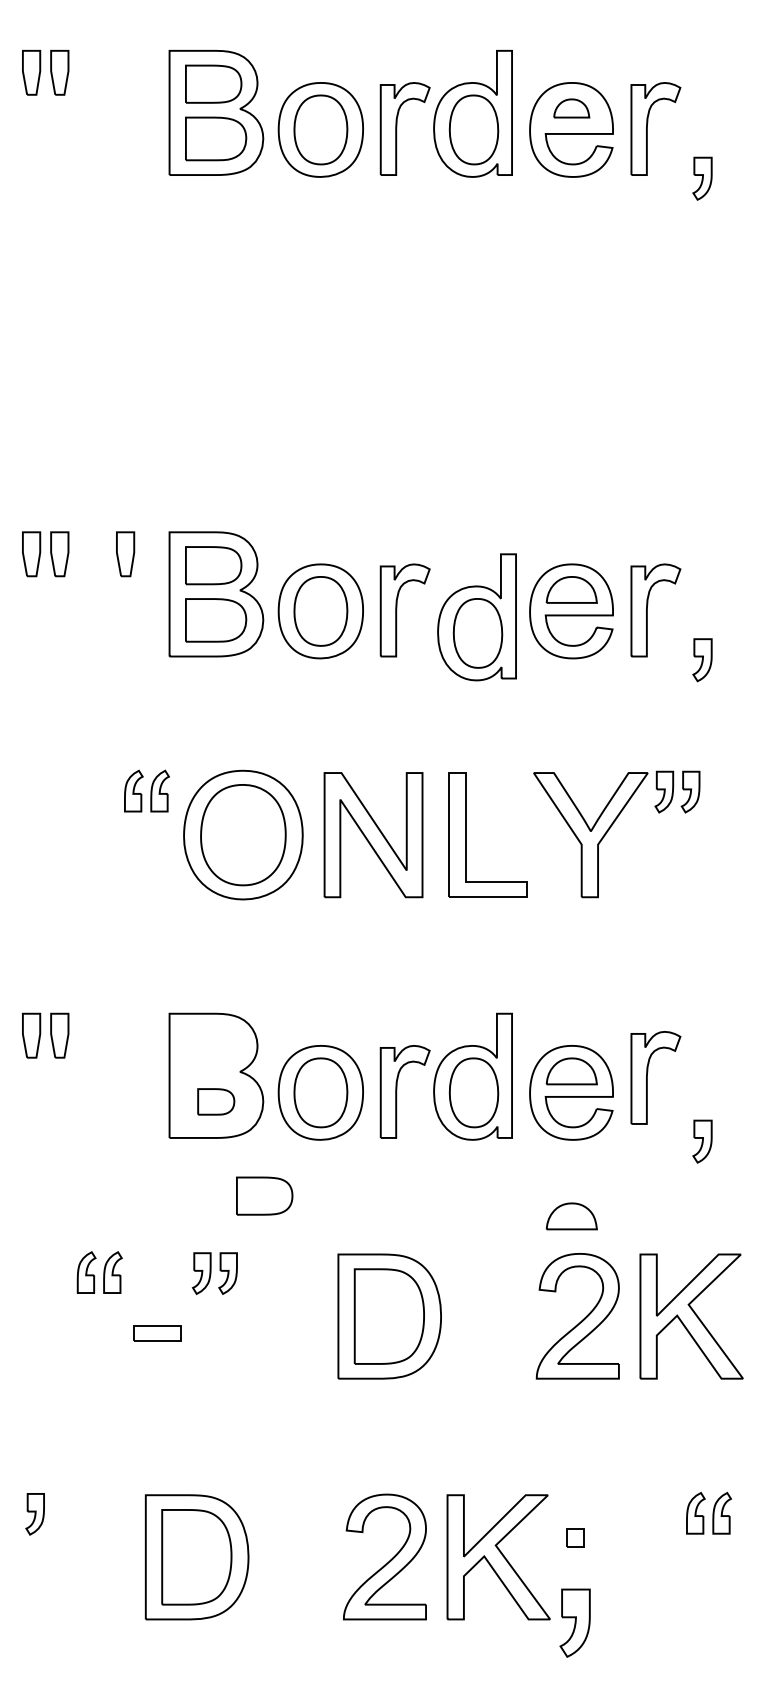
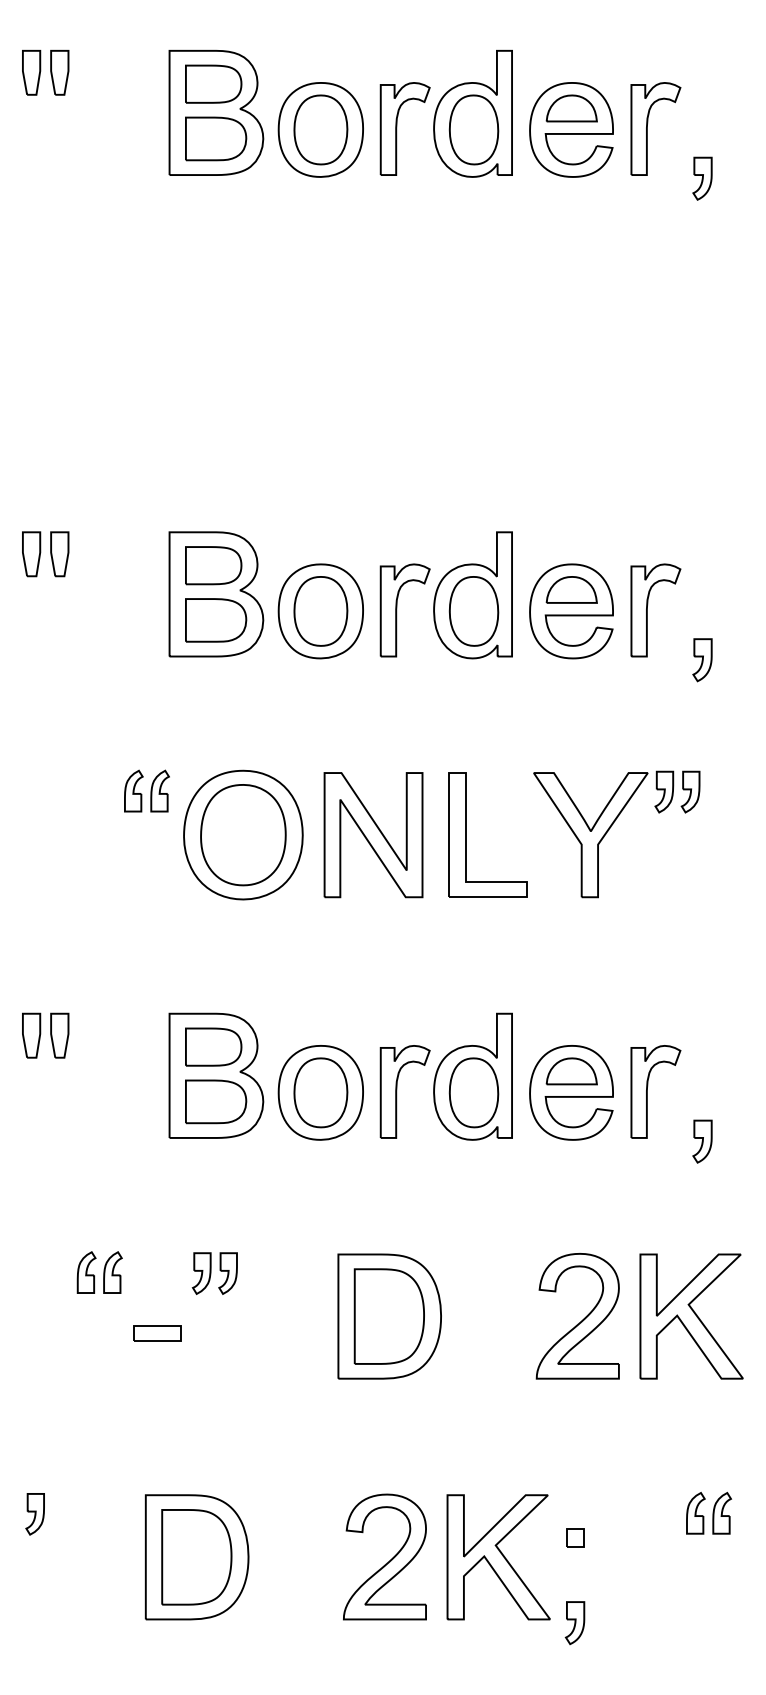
part at (571, 108) size: 38x21 px -> 53x29 px
part at (125, 554): present -> none
part at (476, 617) position: (476, 617) -> (472, 595)
part at (647, 1077) position: (647, 1077) -> (647, 1091)
part at (216, 1101) size: 39x28 px -> 63x46 px
part at (264, 1195) position: (264, 1195) -> (213, 1046)
part at (571, 1216): present -> none
part at (574, 1622) size: 32x70 px -> 22x44 px
